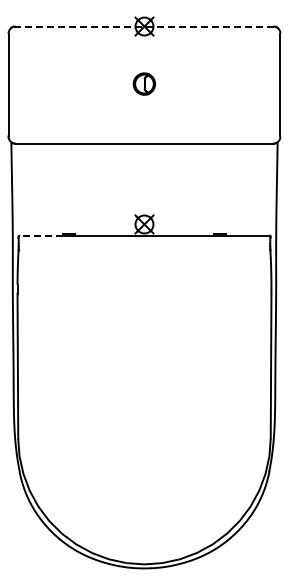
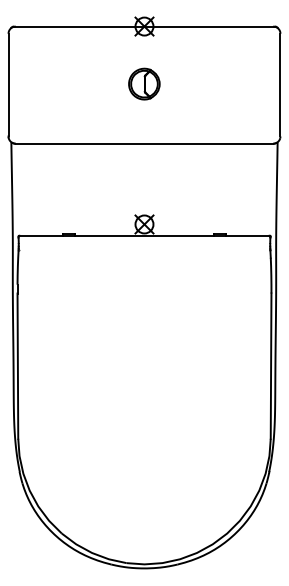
line at (144, 26): dashed -> solid
part at (143, 83) size: 24x24 px -> 33x34 px
line at (41, 235): dashed -> solid
